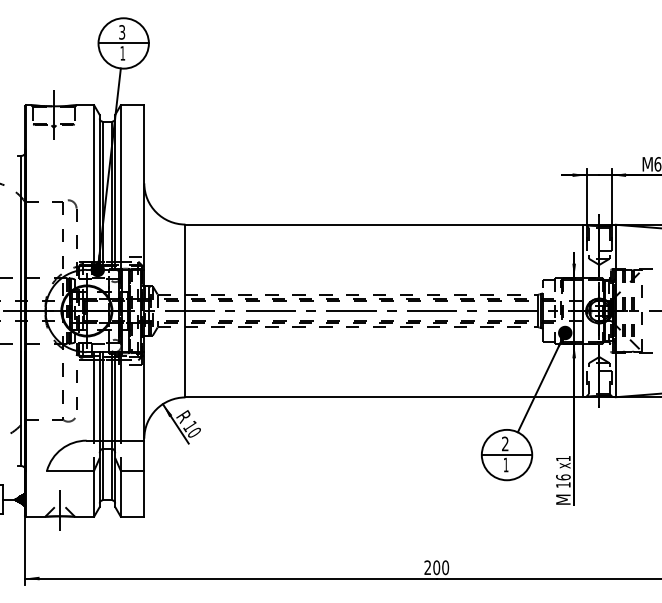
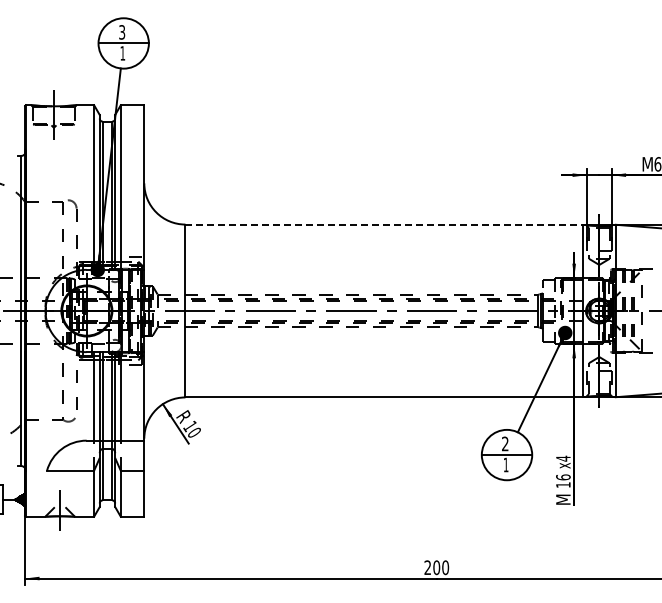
line at (384, 224): solid -> dashed
text at (563, 458): x1 -> x4
